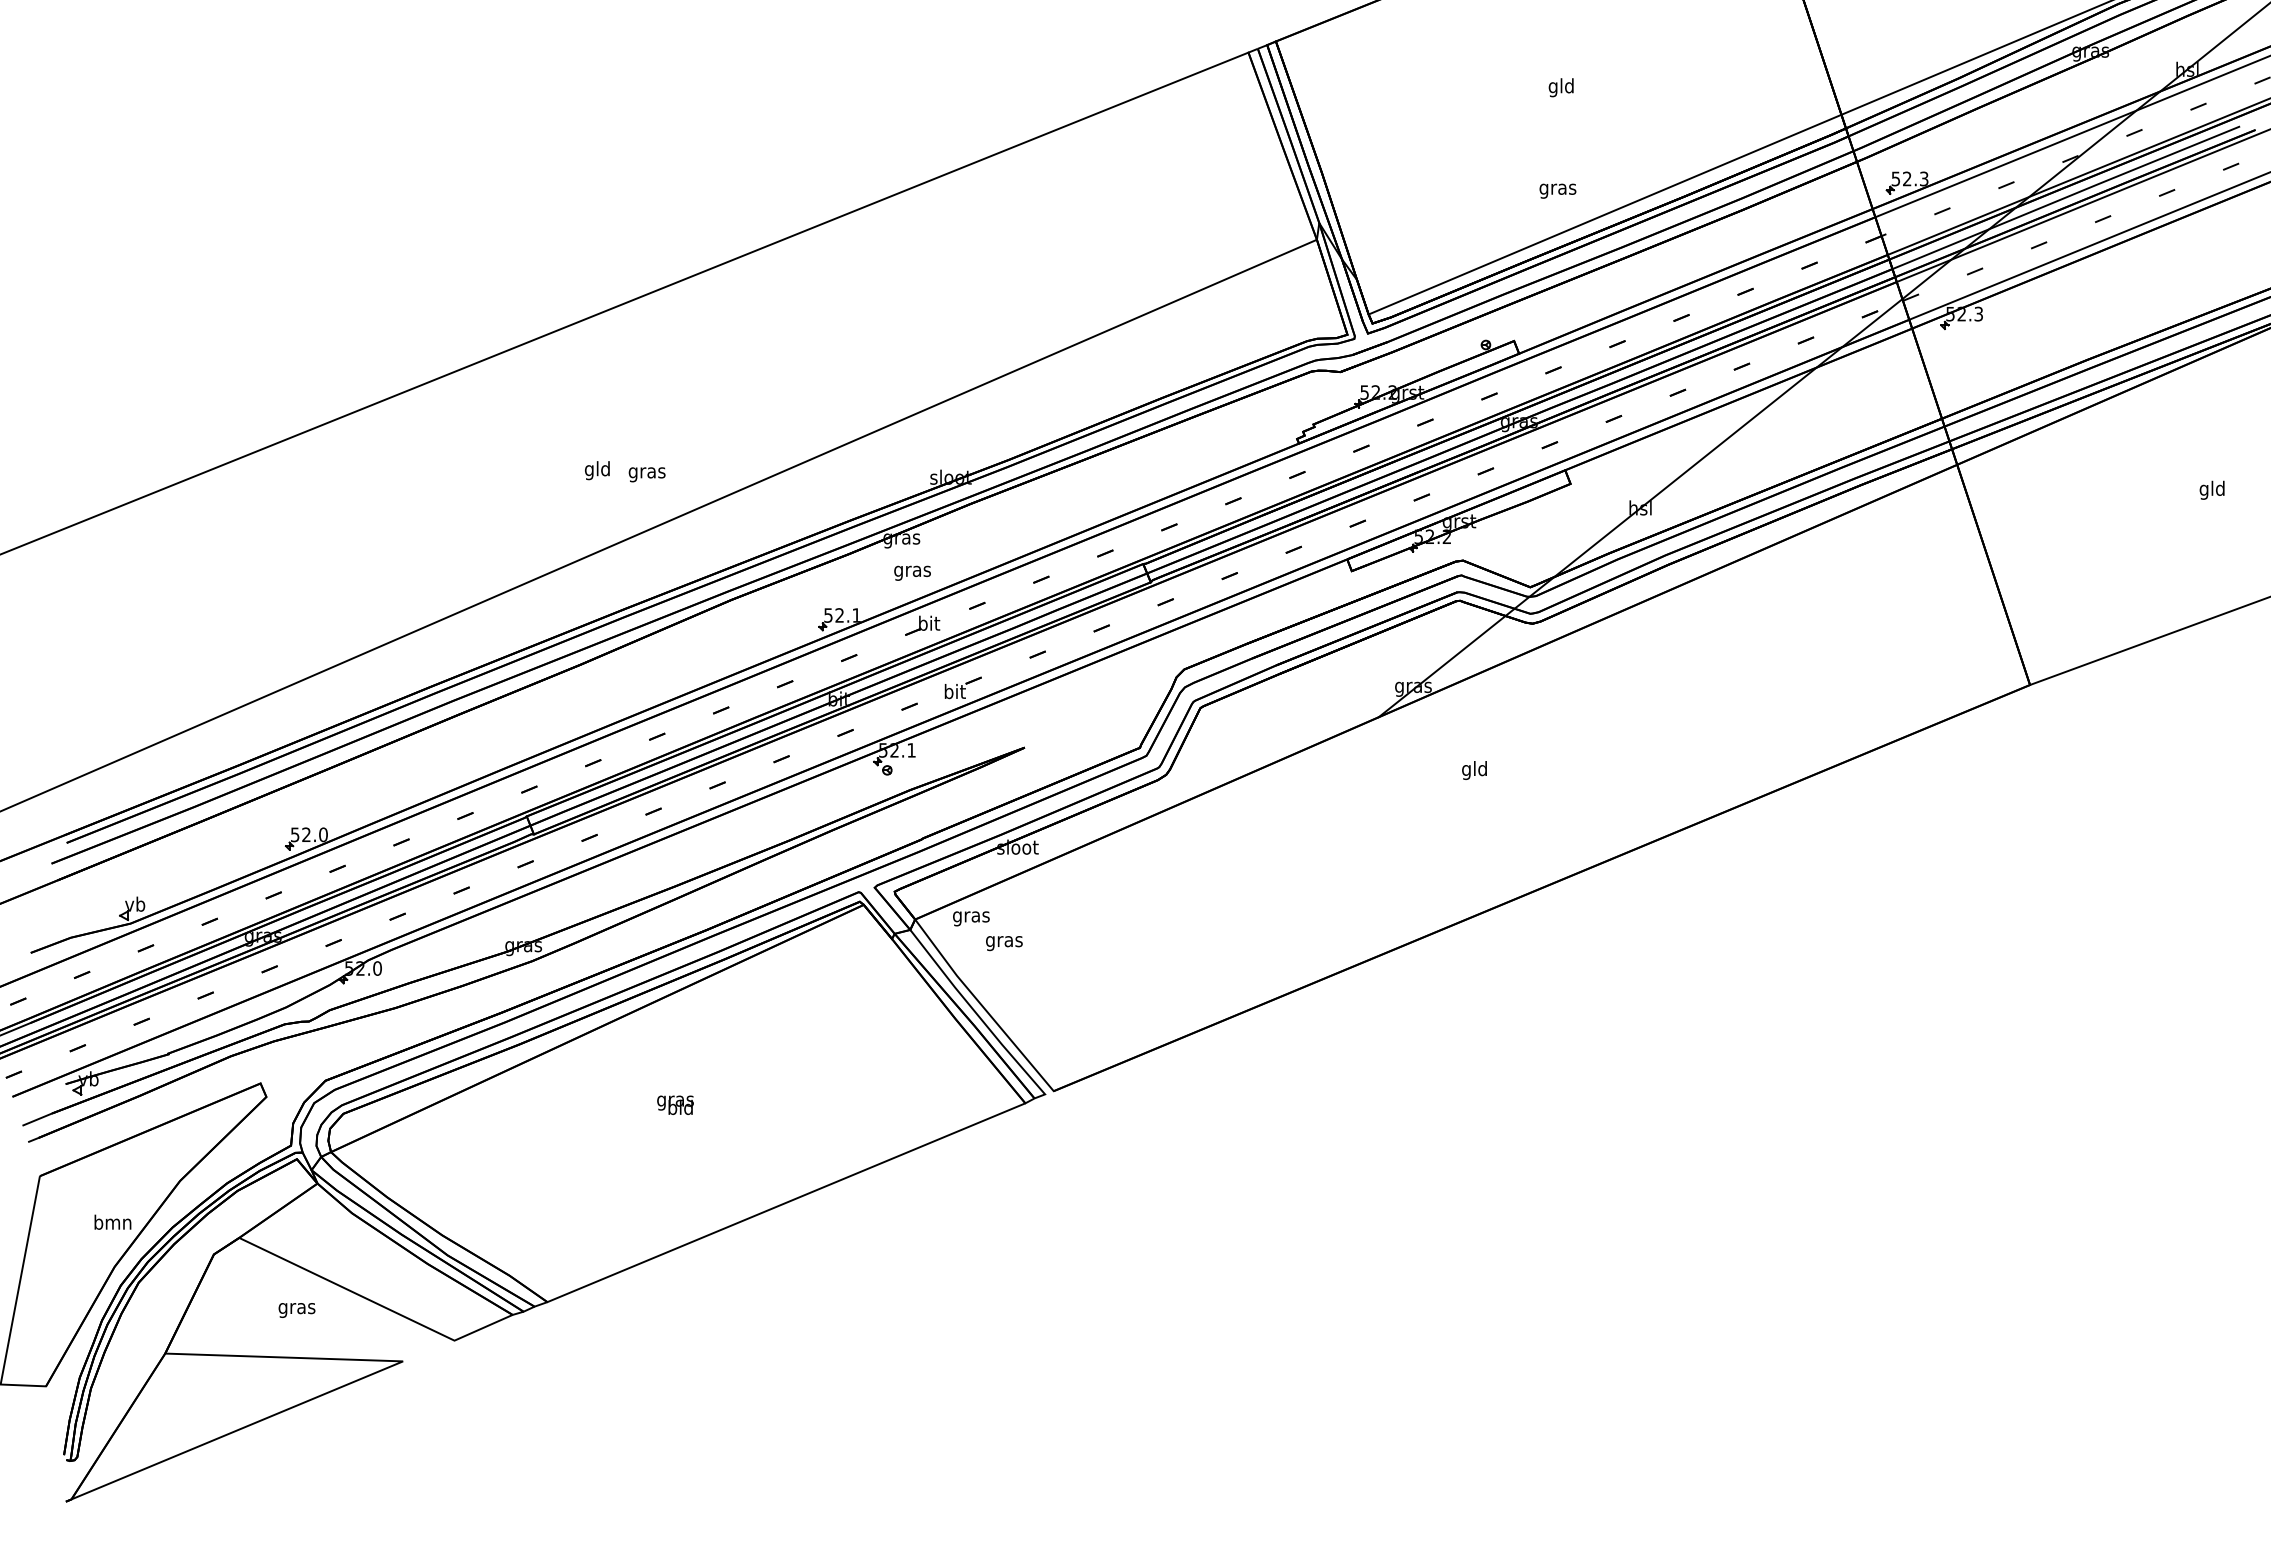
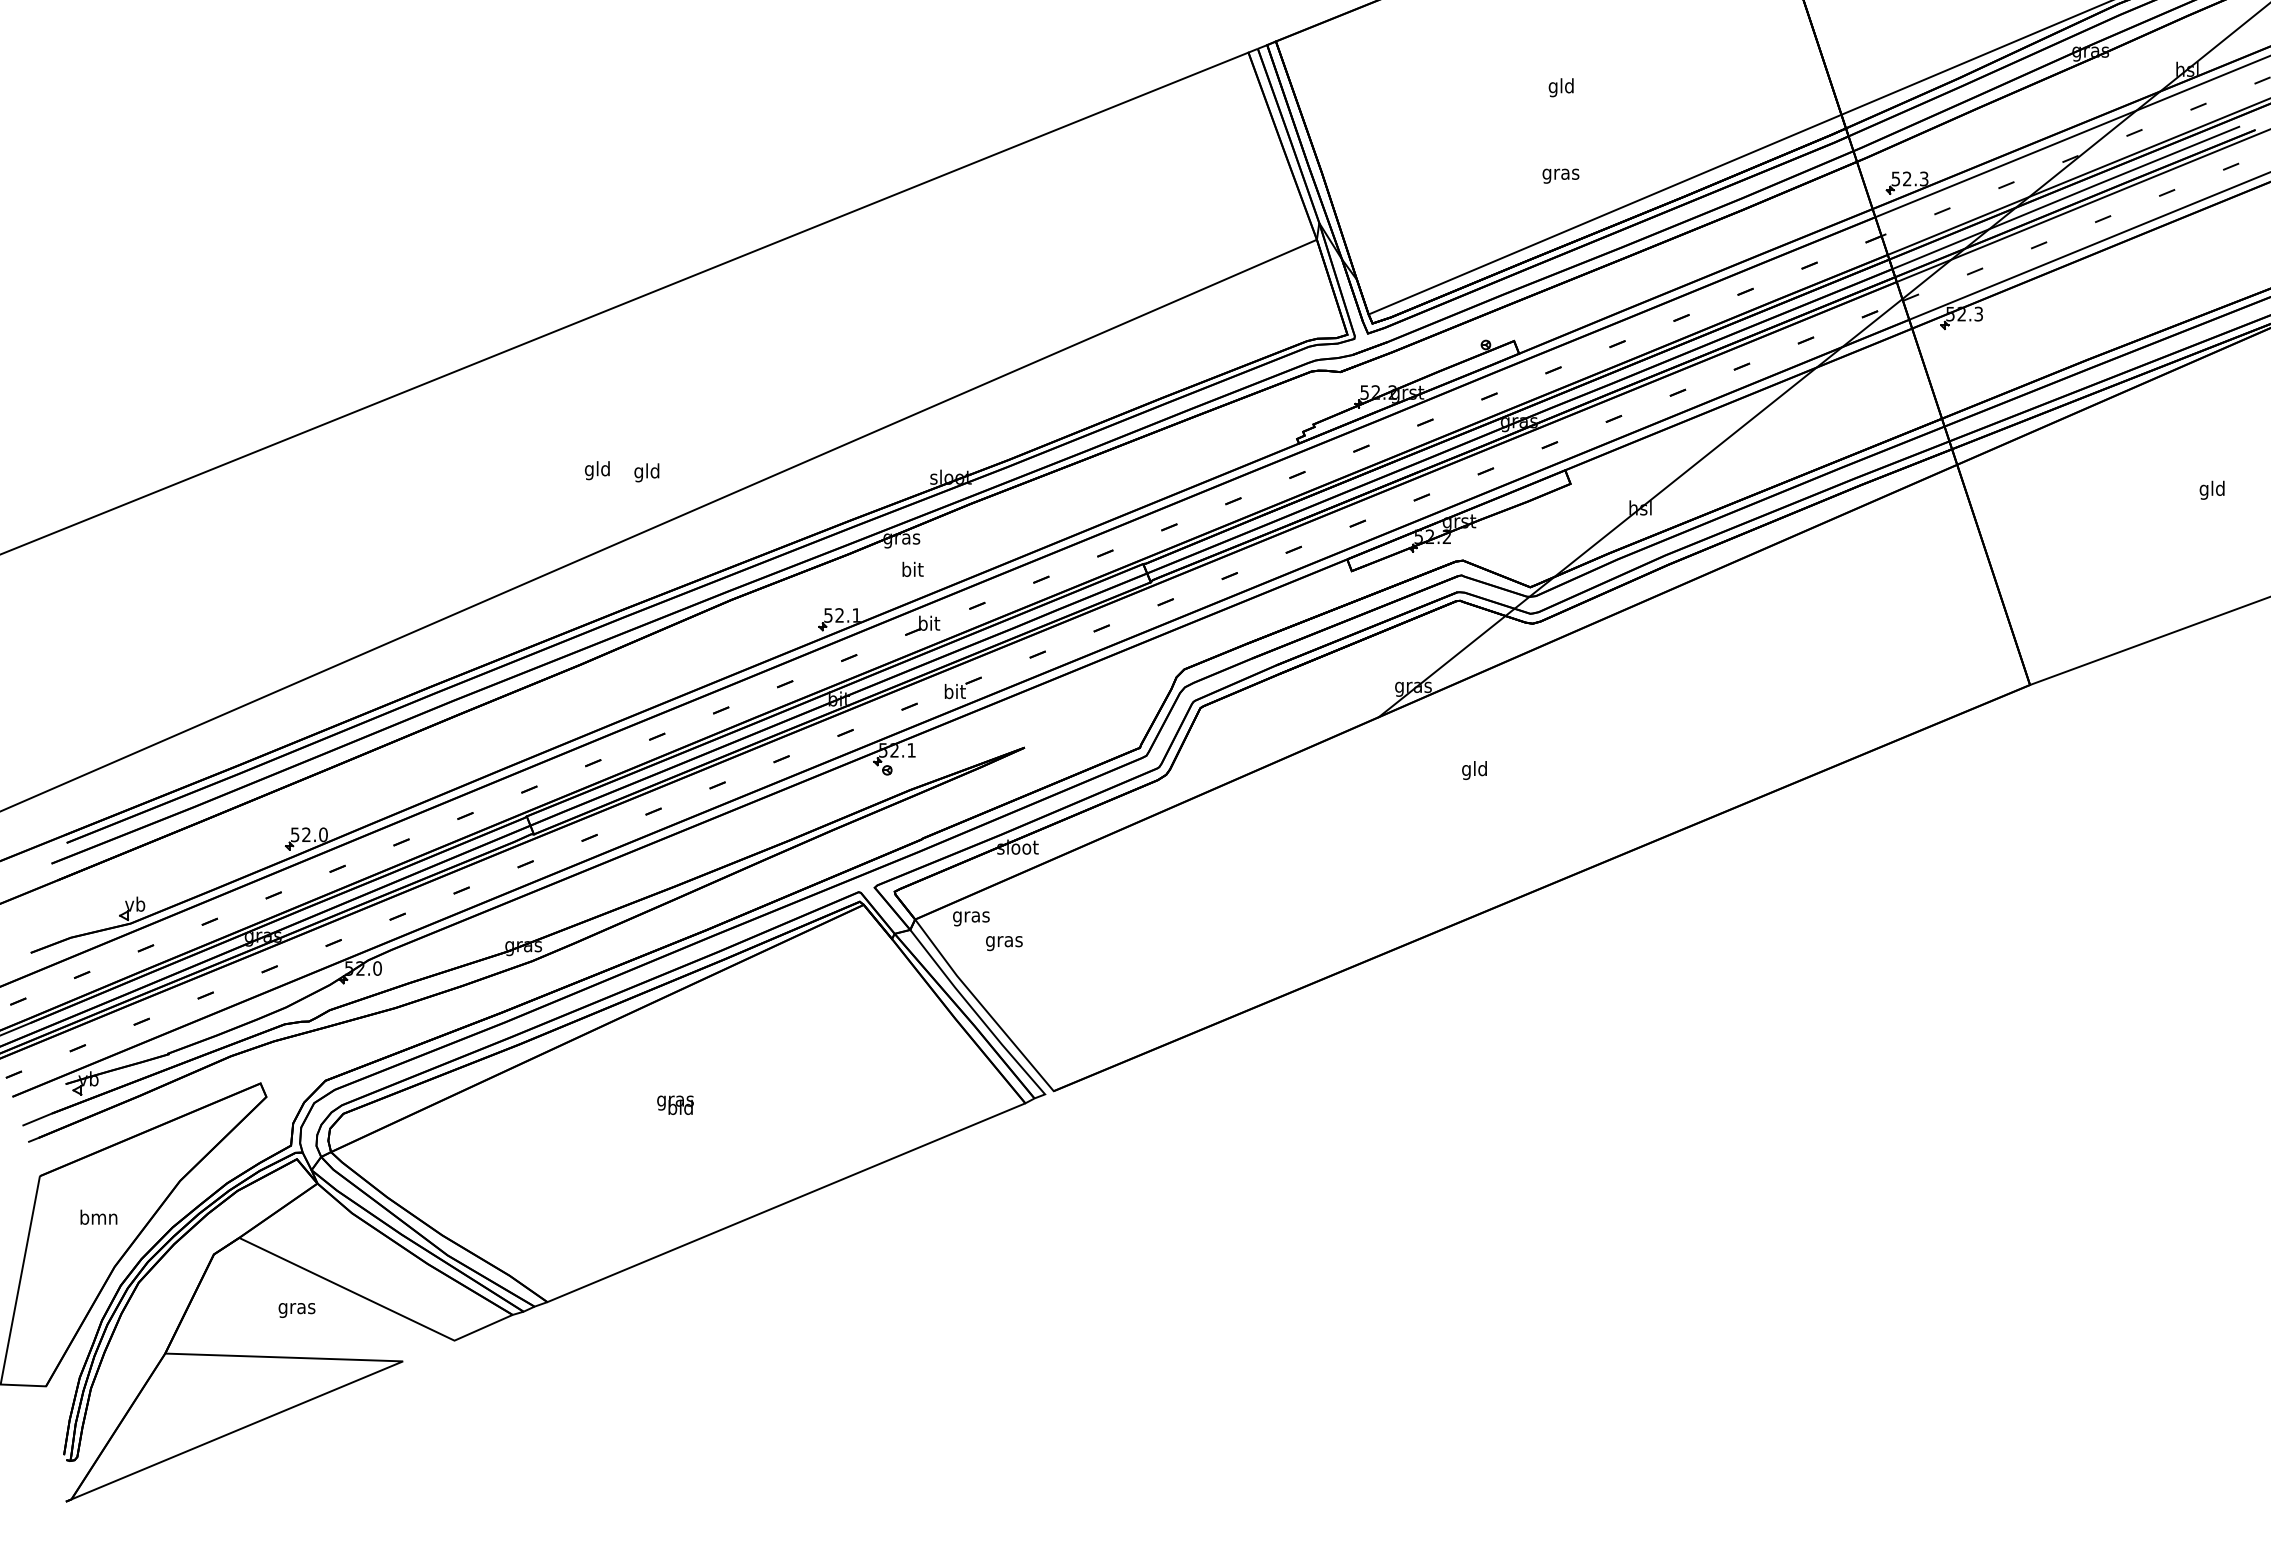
text at (1557, 190) position: (1557, 190) -> (1560, 175)
text at (646, 472): gras -> gld
text at (912, 570): gras -> bit
text at (112, 1221) position: (112, 1221) -> (98, 1216)
